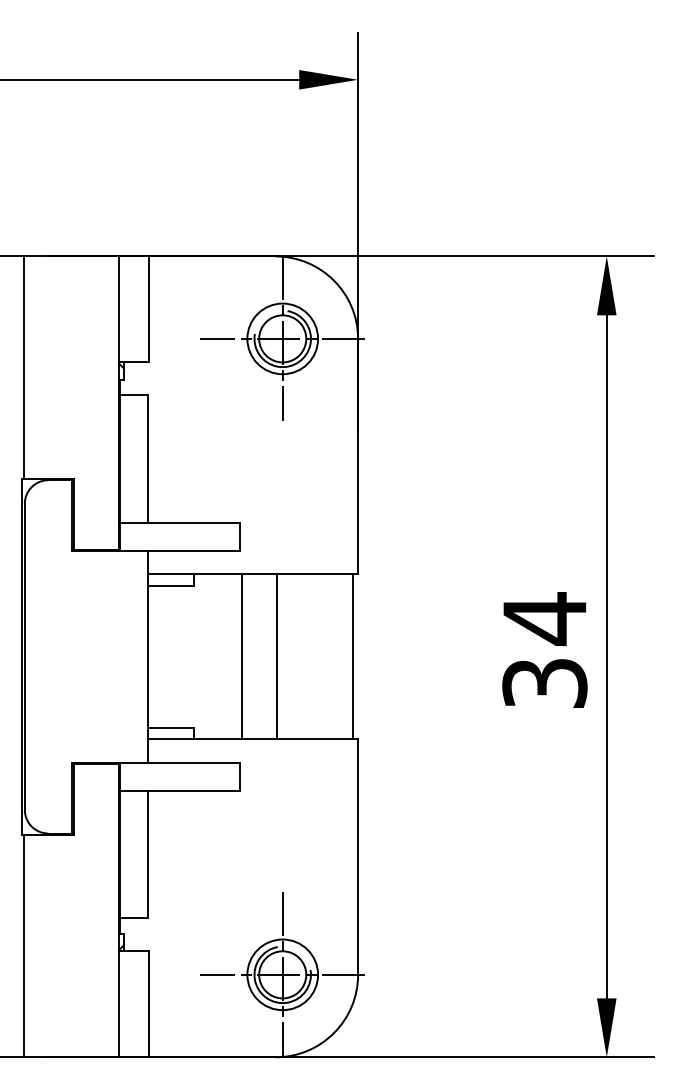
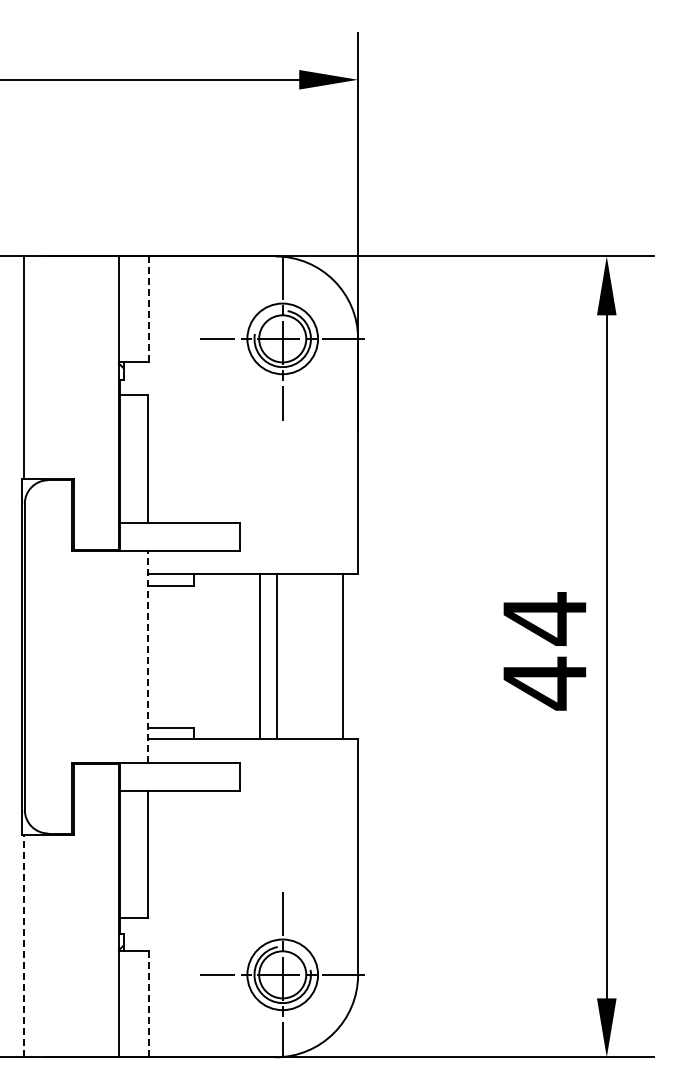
line at (149, 309): solid -> dashed
line at (148, 656): solid -> dashed
line at (241, 656) position: (241, 656) -> (259, 656)
line at (353, 656) position: (353, 656) -> (343, 656)
text at (544, 683): 34 -> 44
line at (23, 945): solid -> dashed
line at (149, 1004): solid -> dashed
